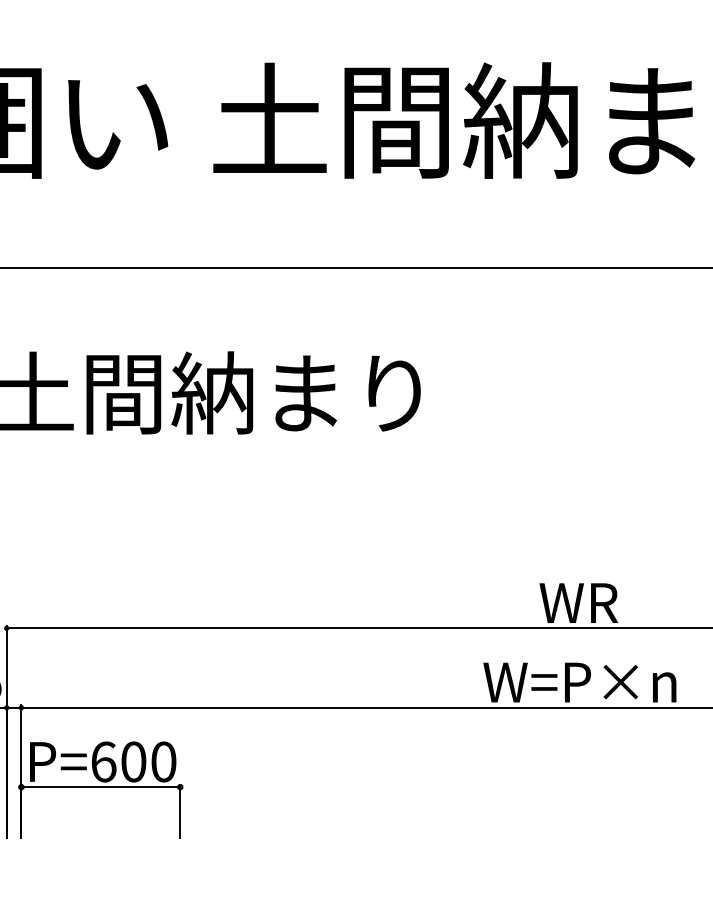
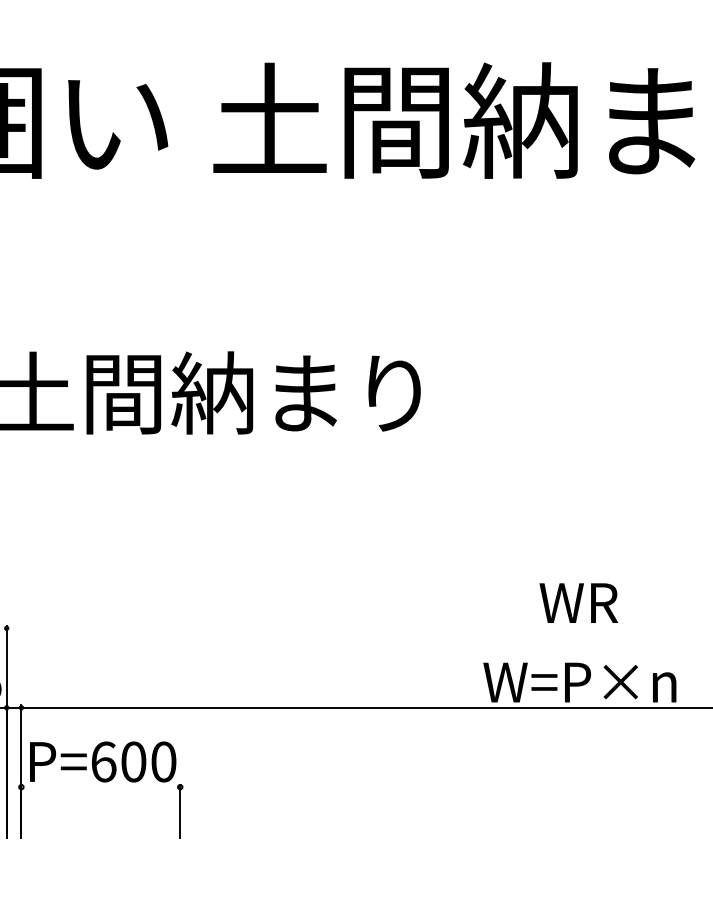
line at (355, 268): present -> none
line at (357, 628): present -> none
line at (100, 787): present -> none
